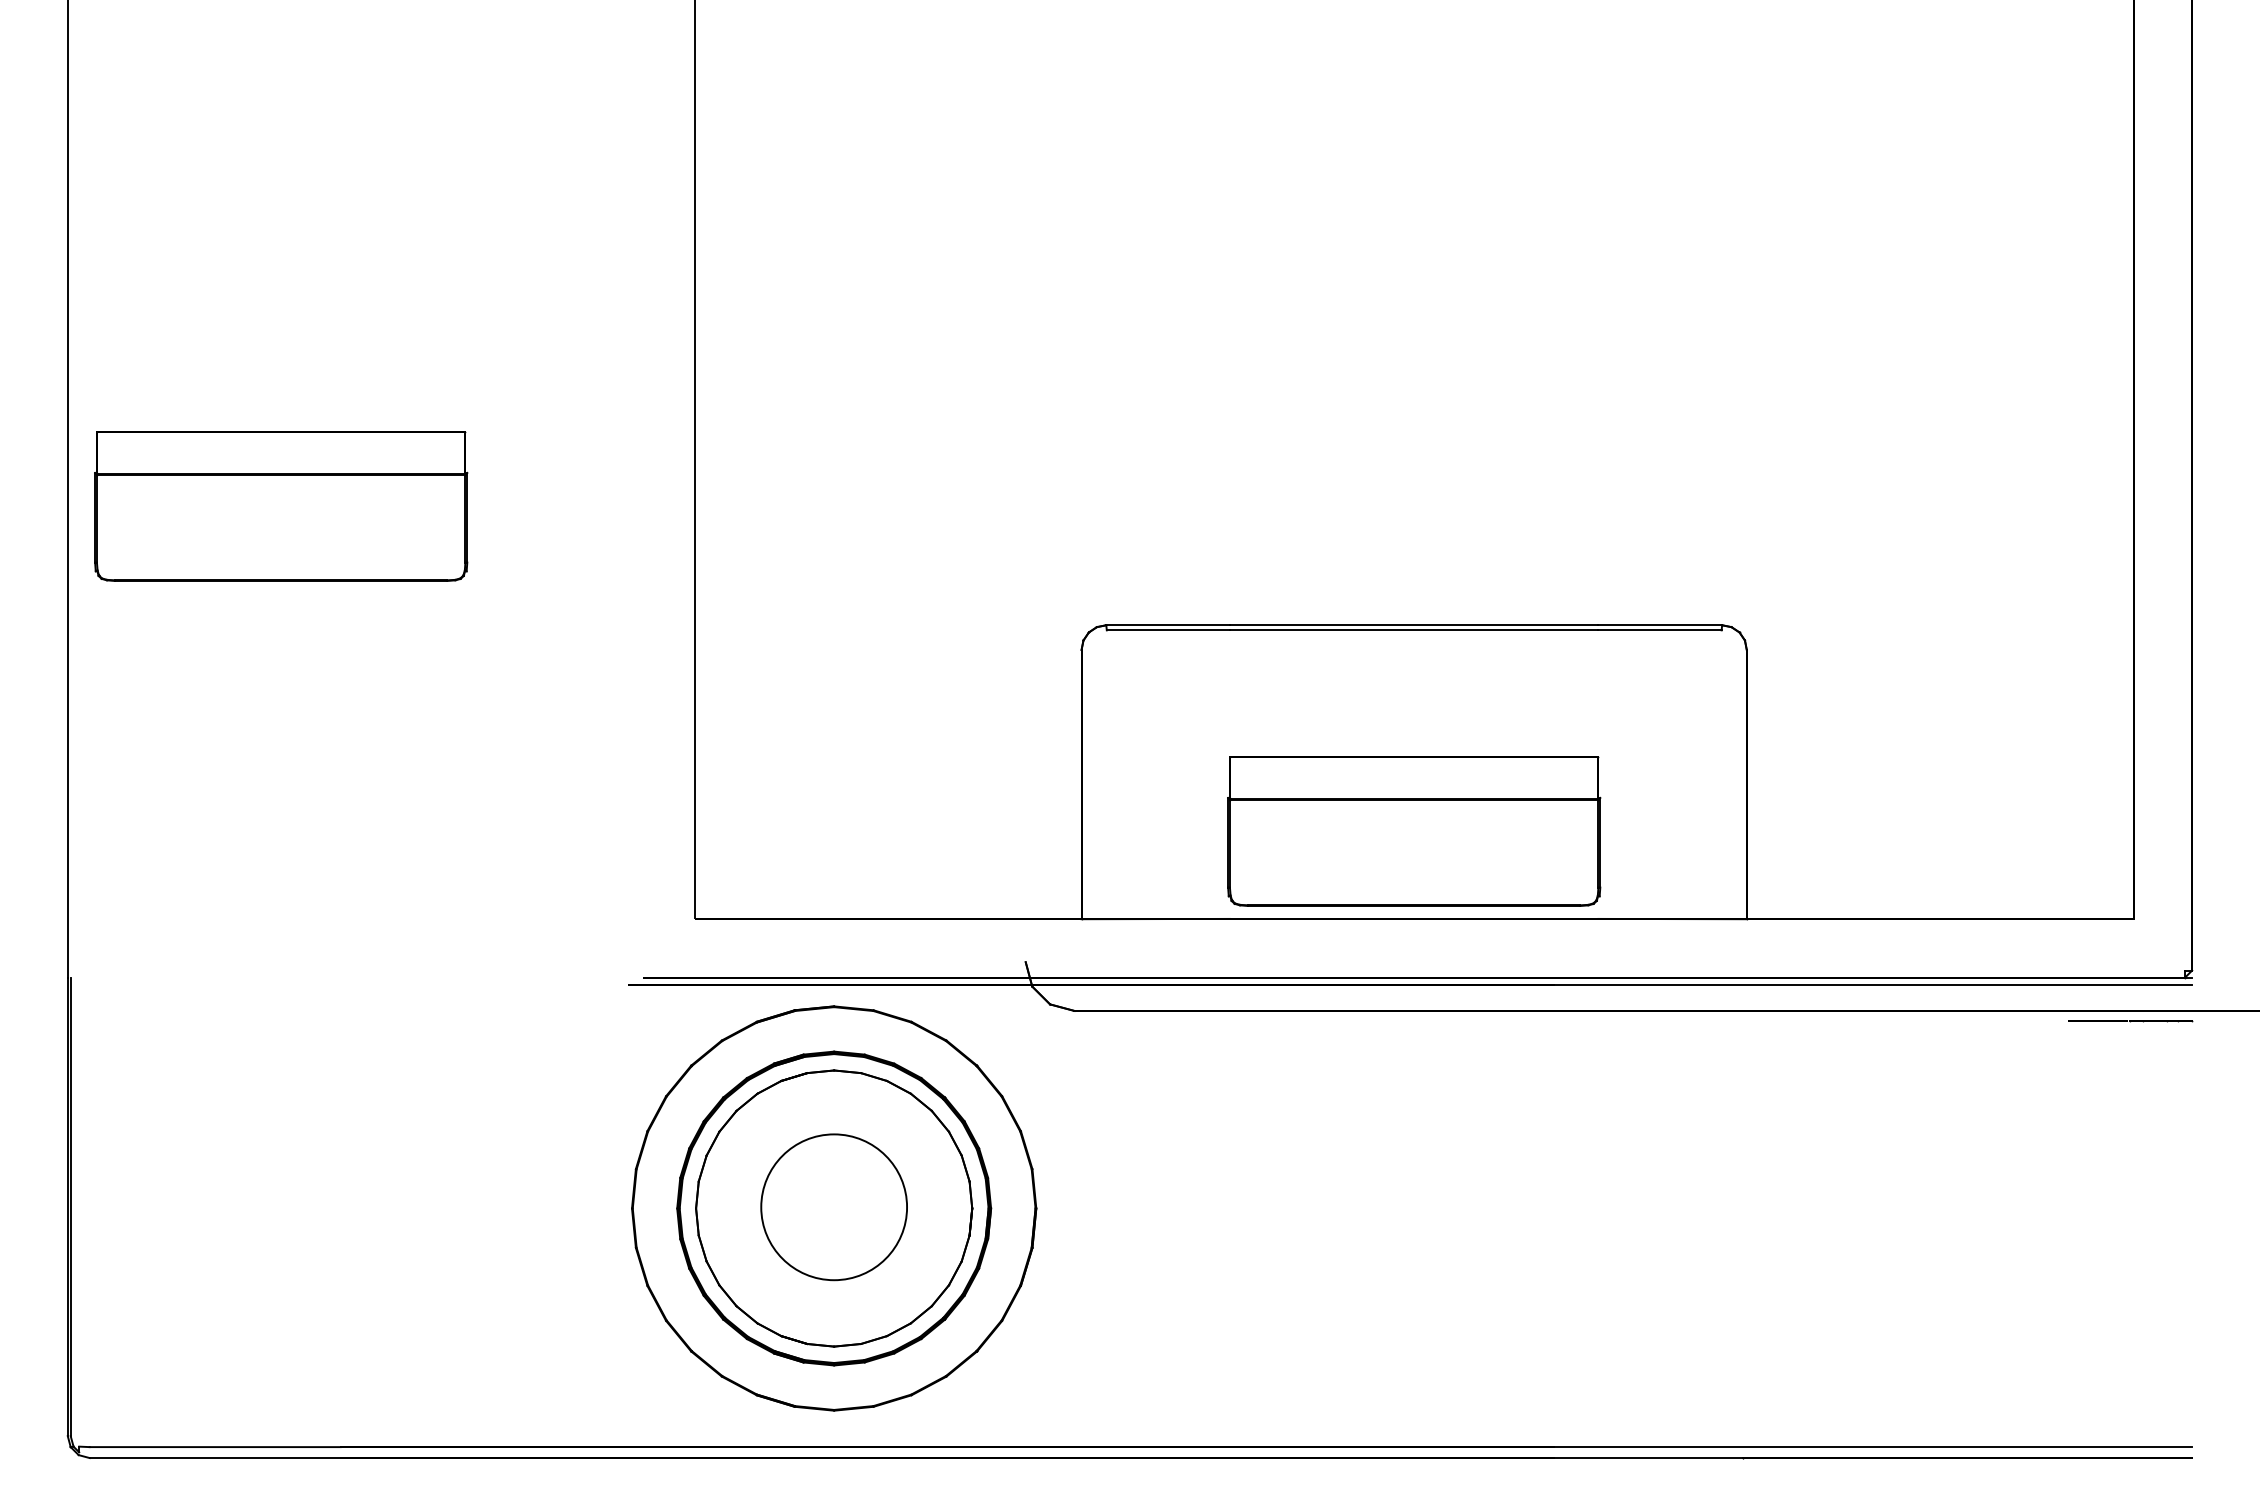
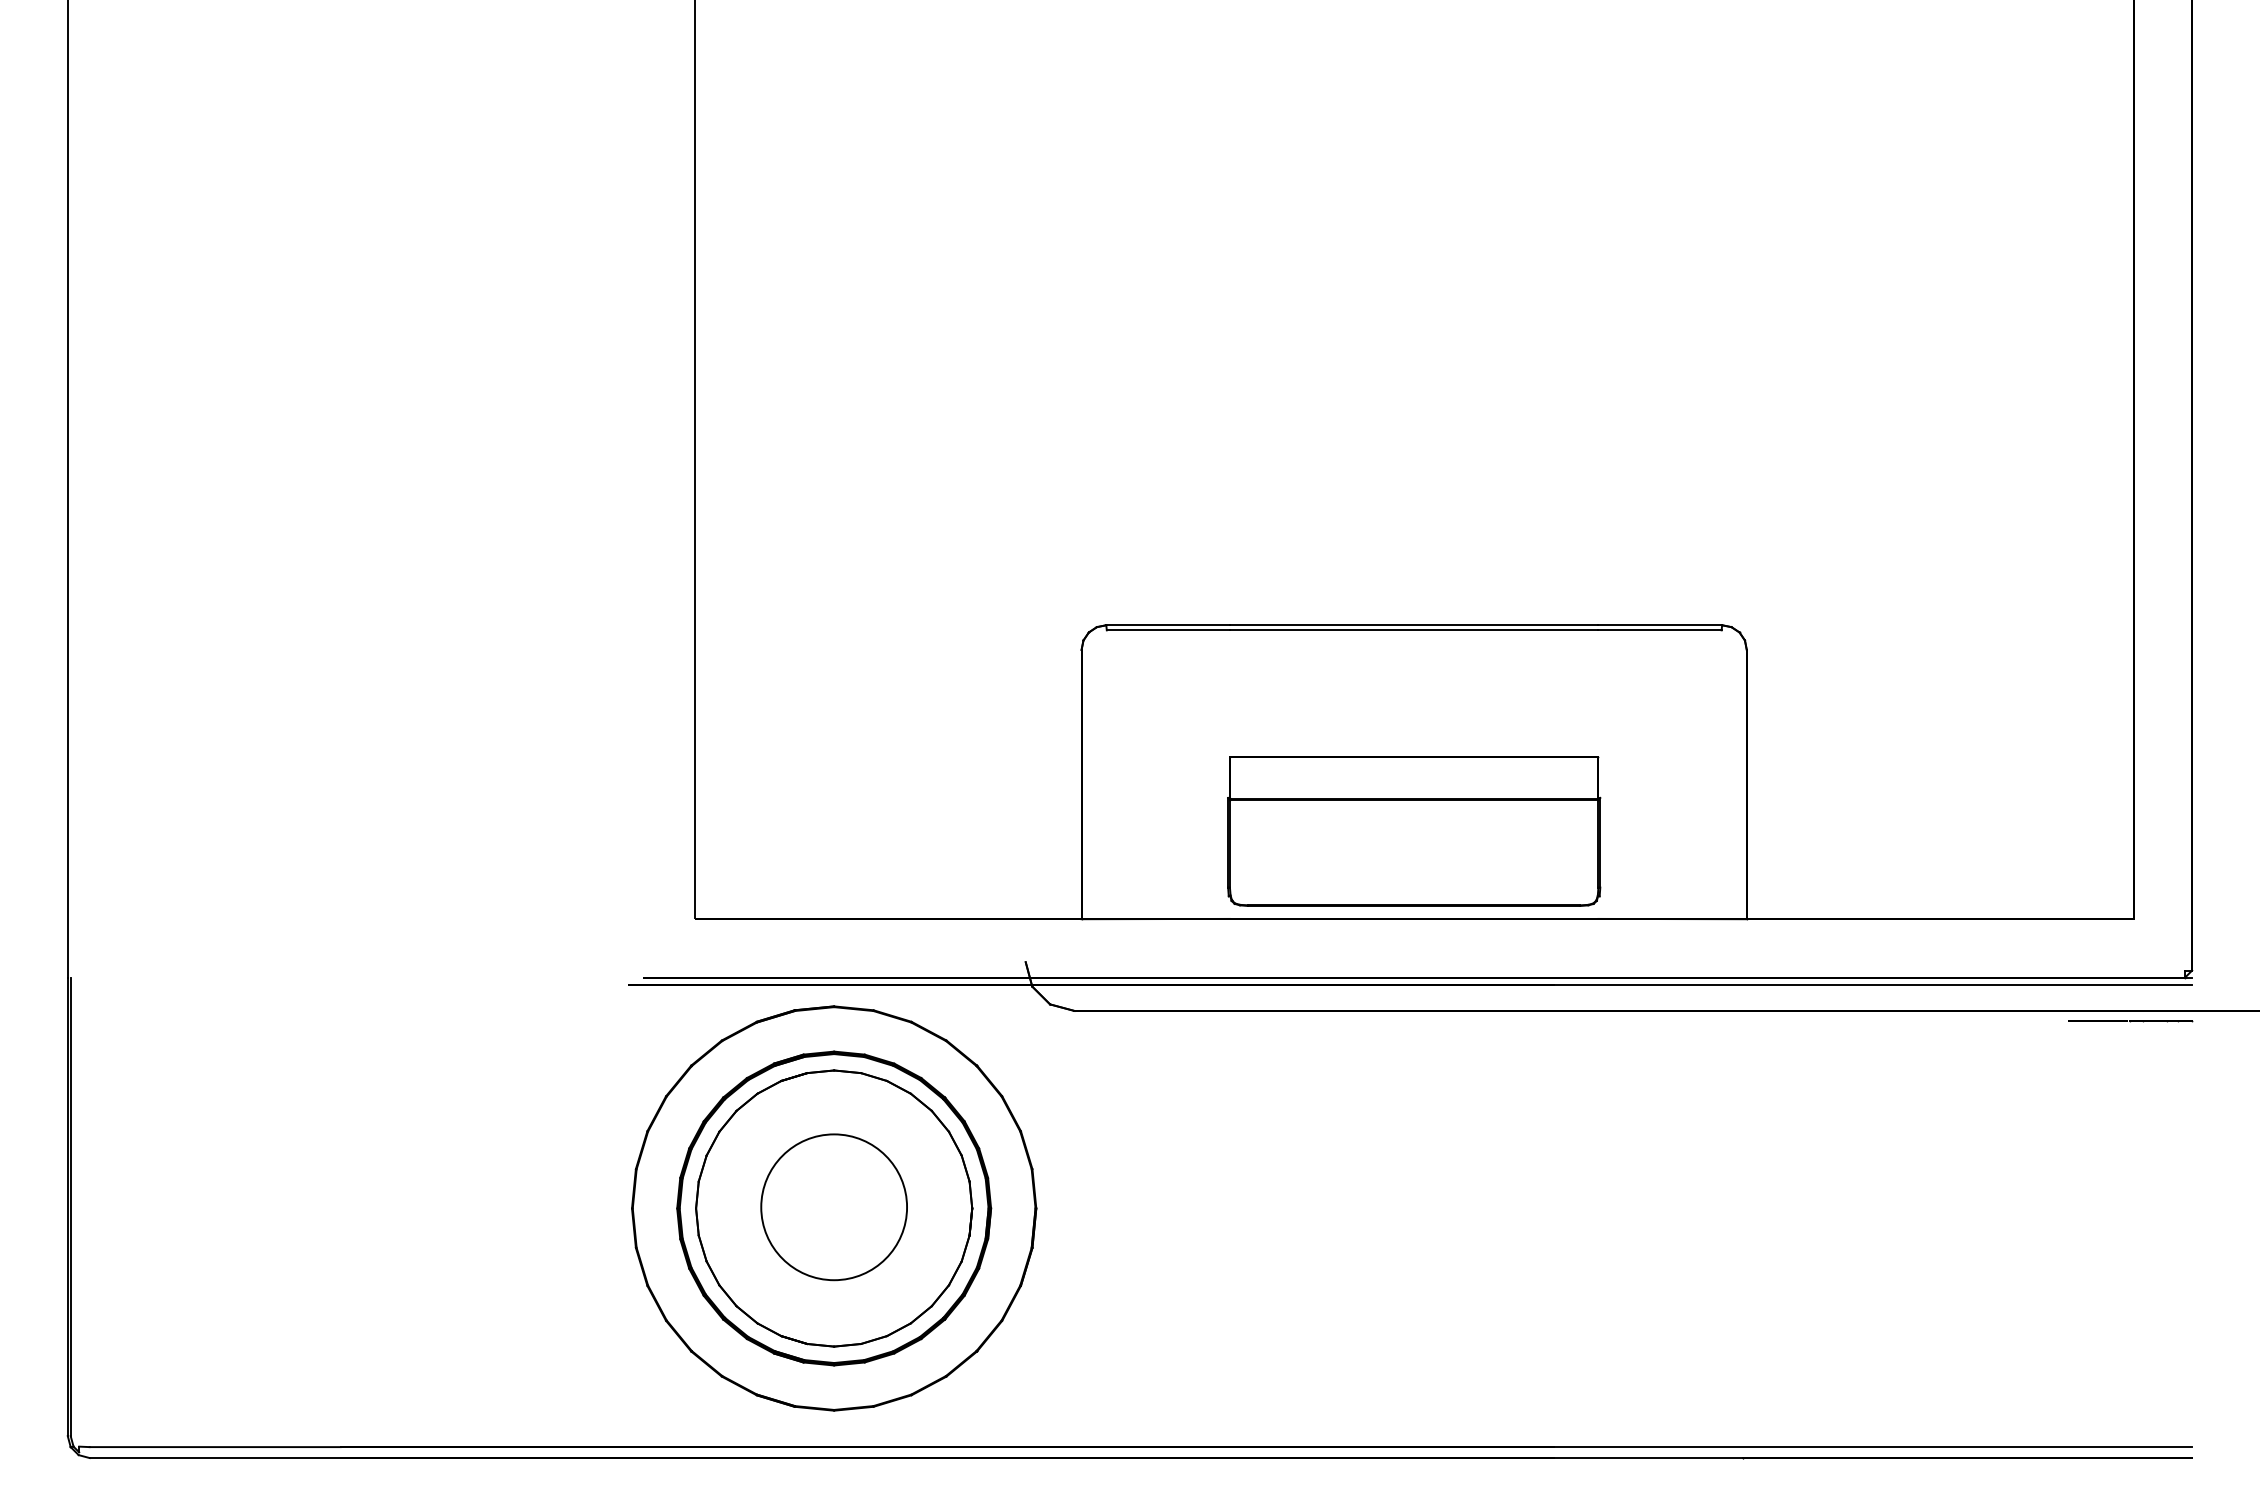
part at (281, 506): present -> none
